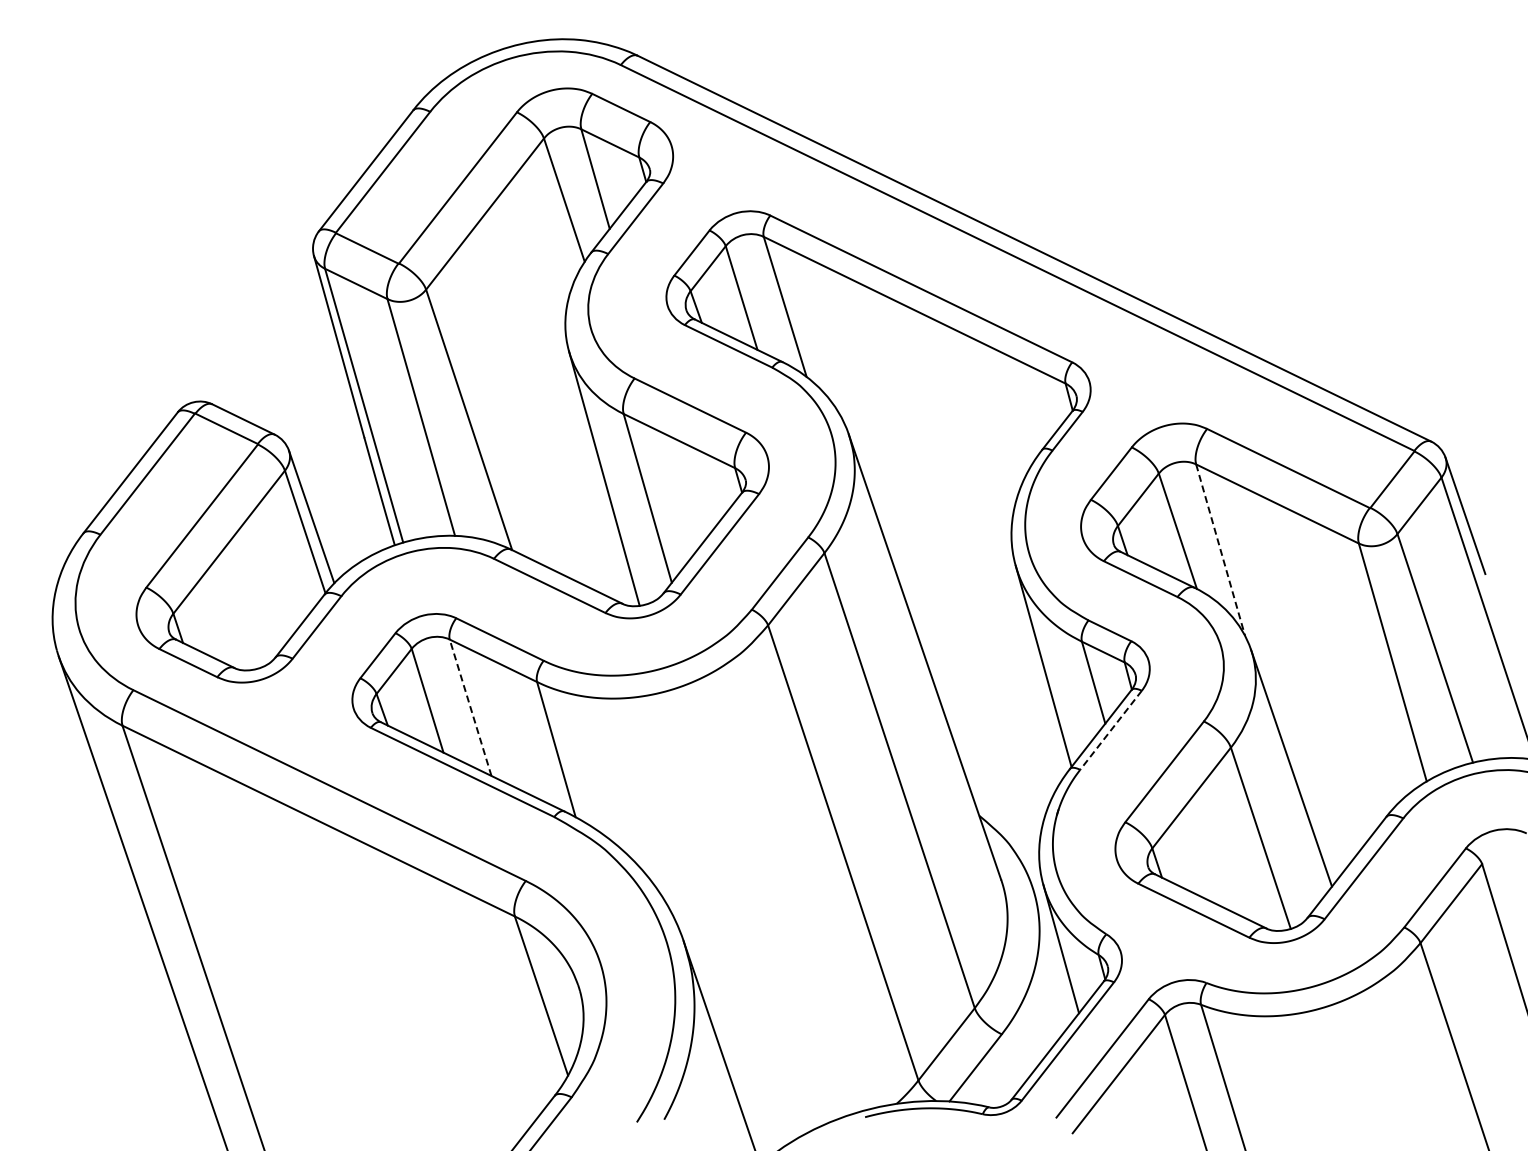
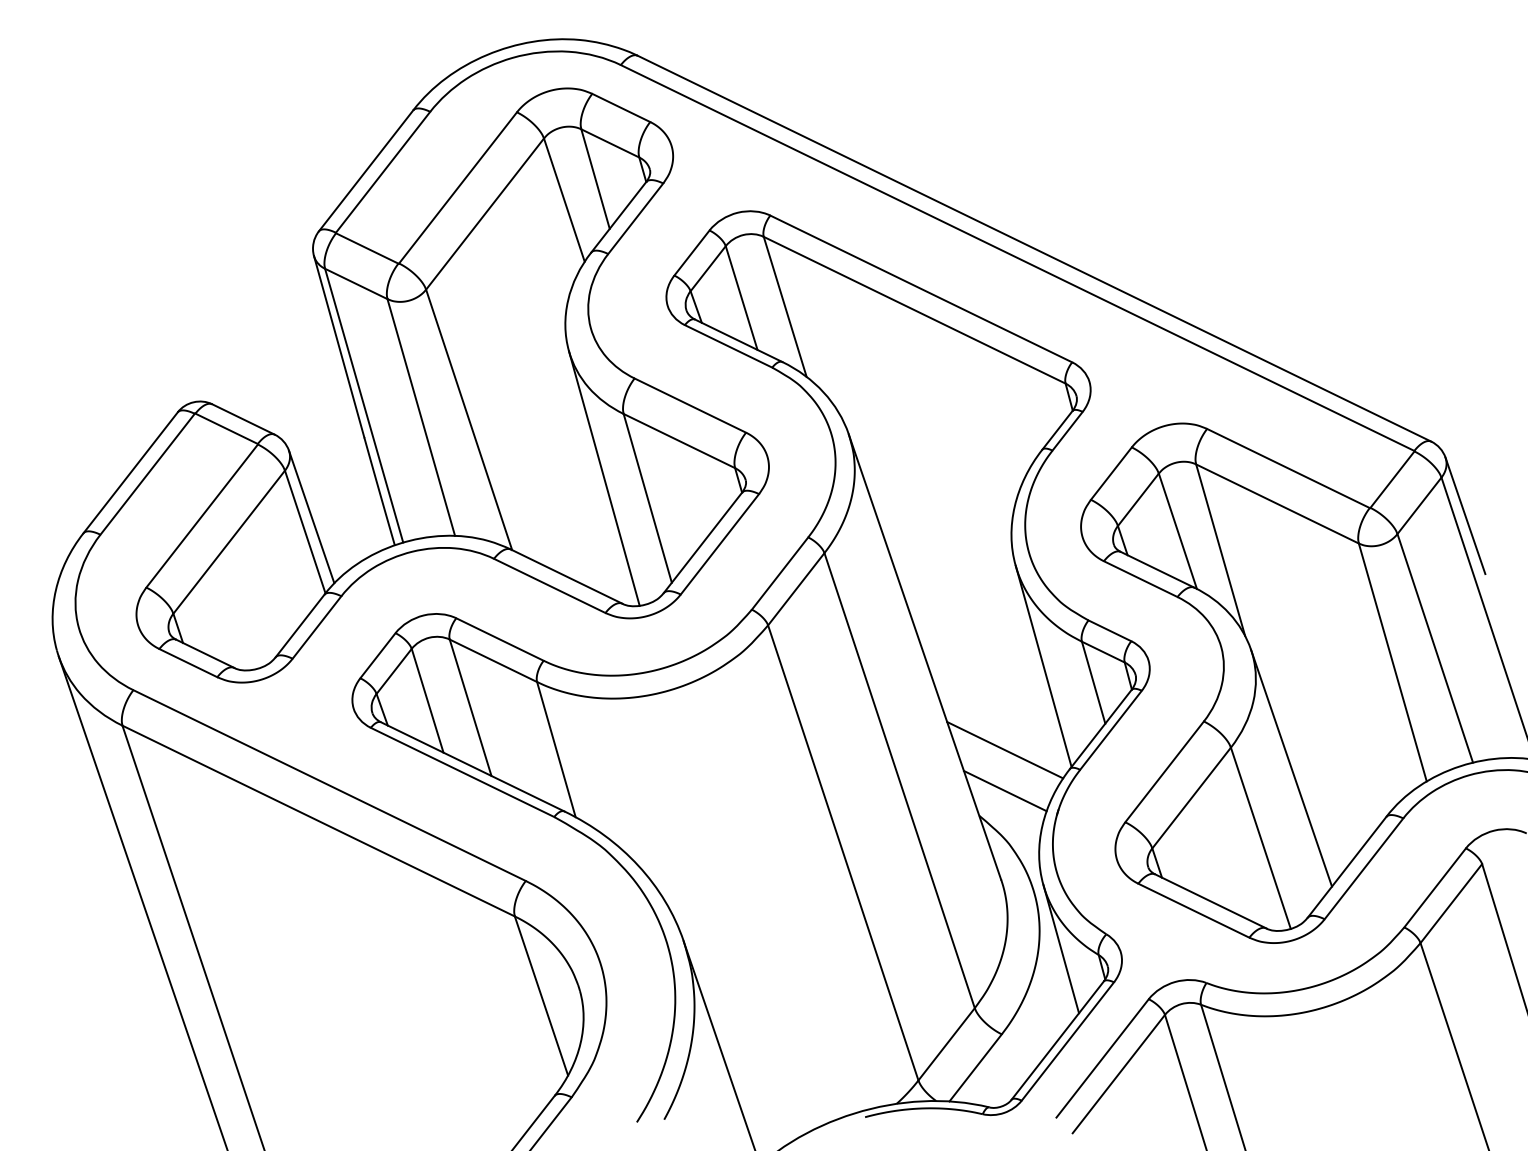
line at (1220, 550): dashed -> solid
line at (470, 707): dashed -> solid
line at (1110, 730): dashed -> solid
line at (1005, 750): none -> present
line at (1004, 790): none -> present
